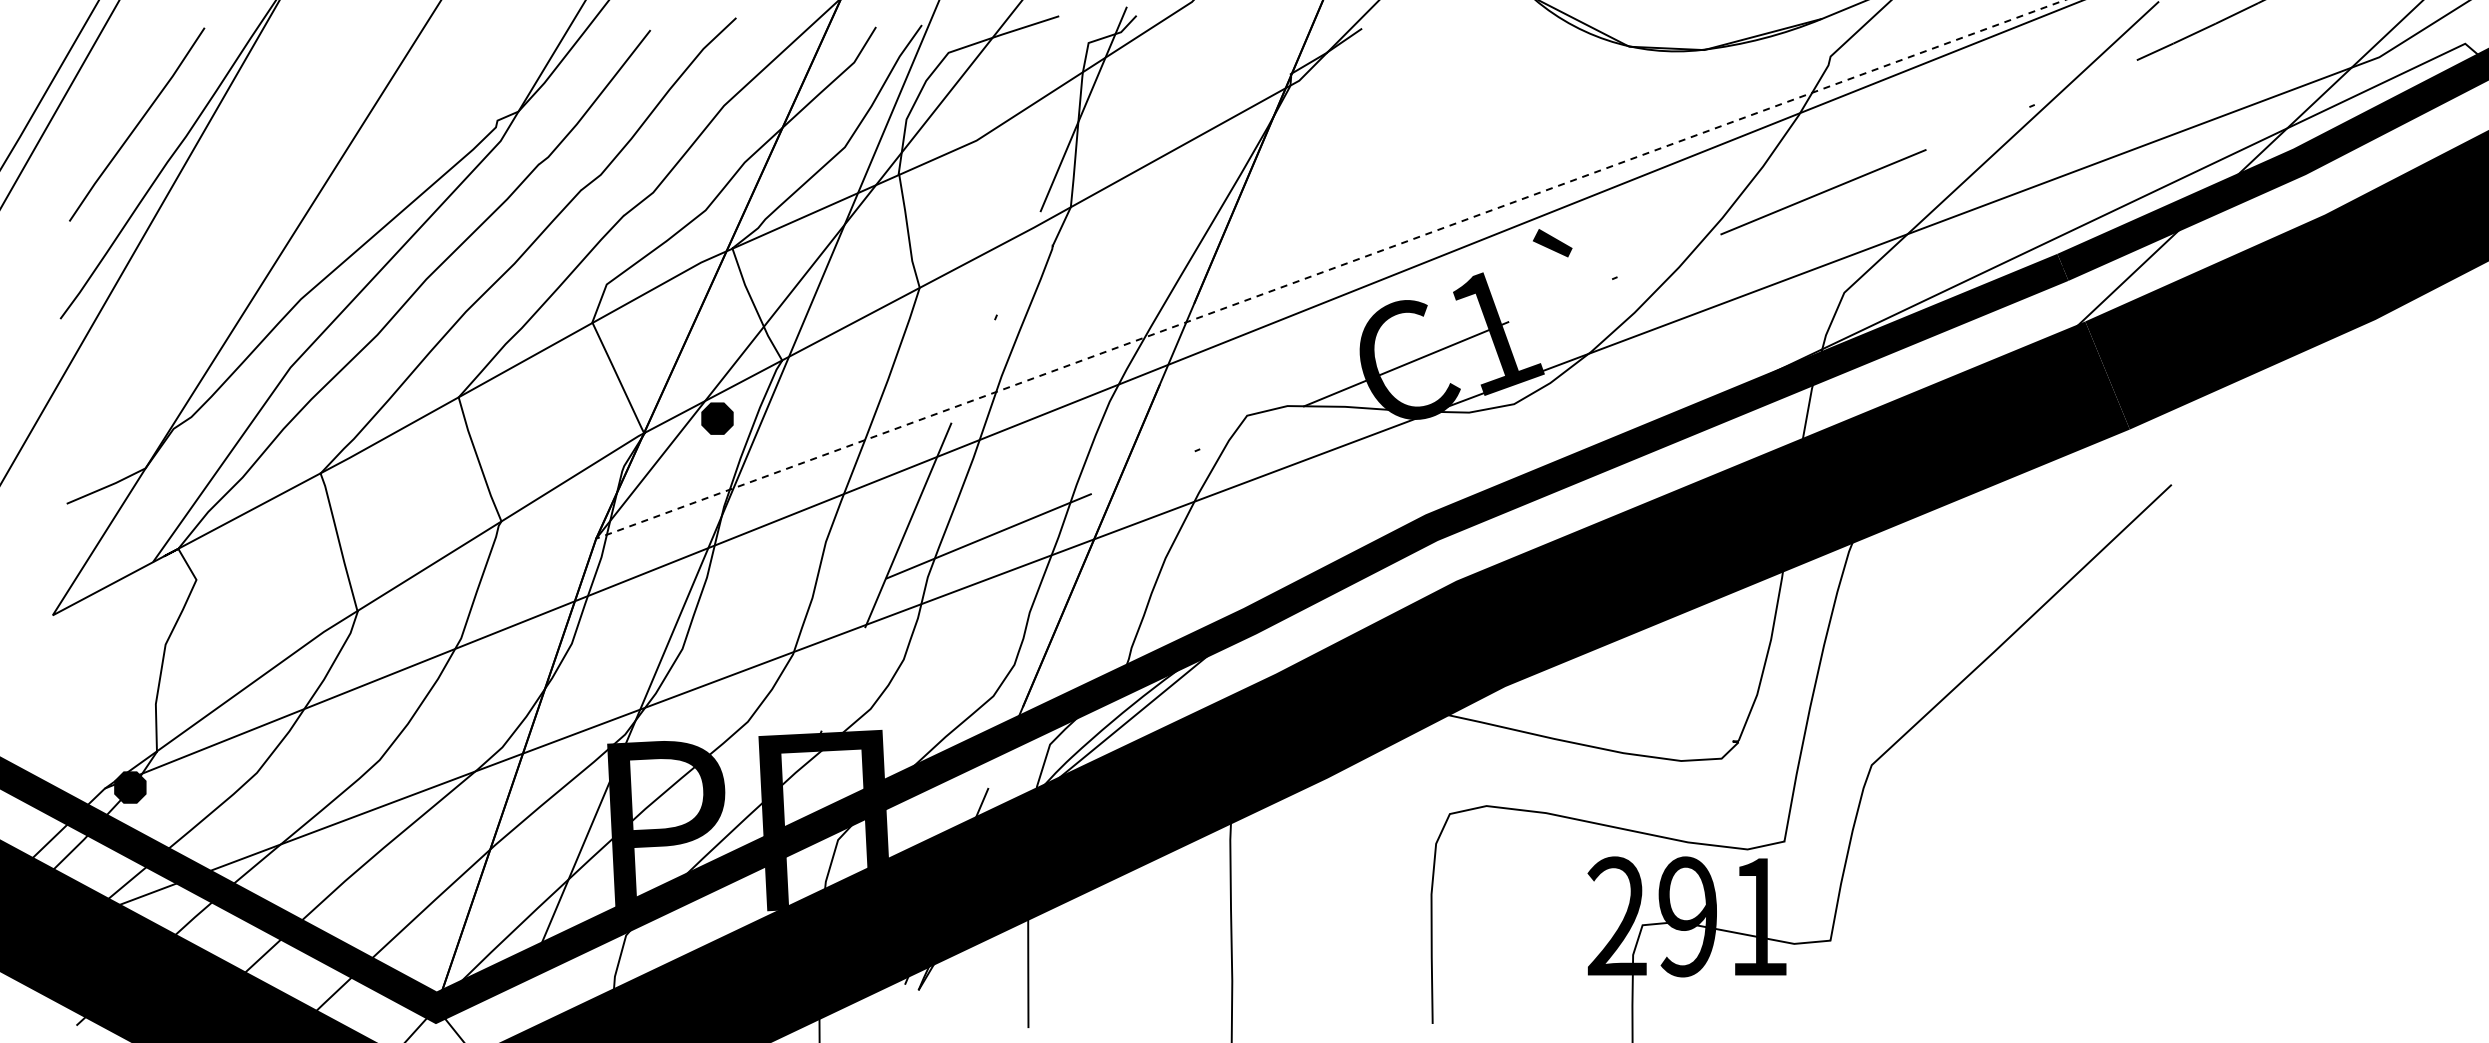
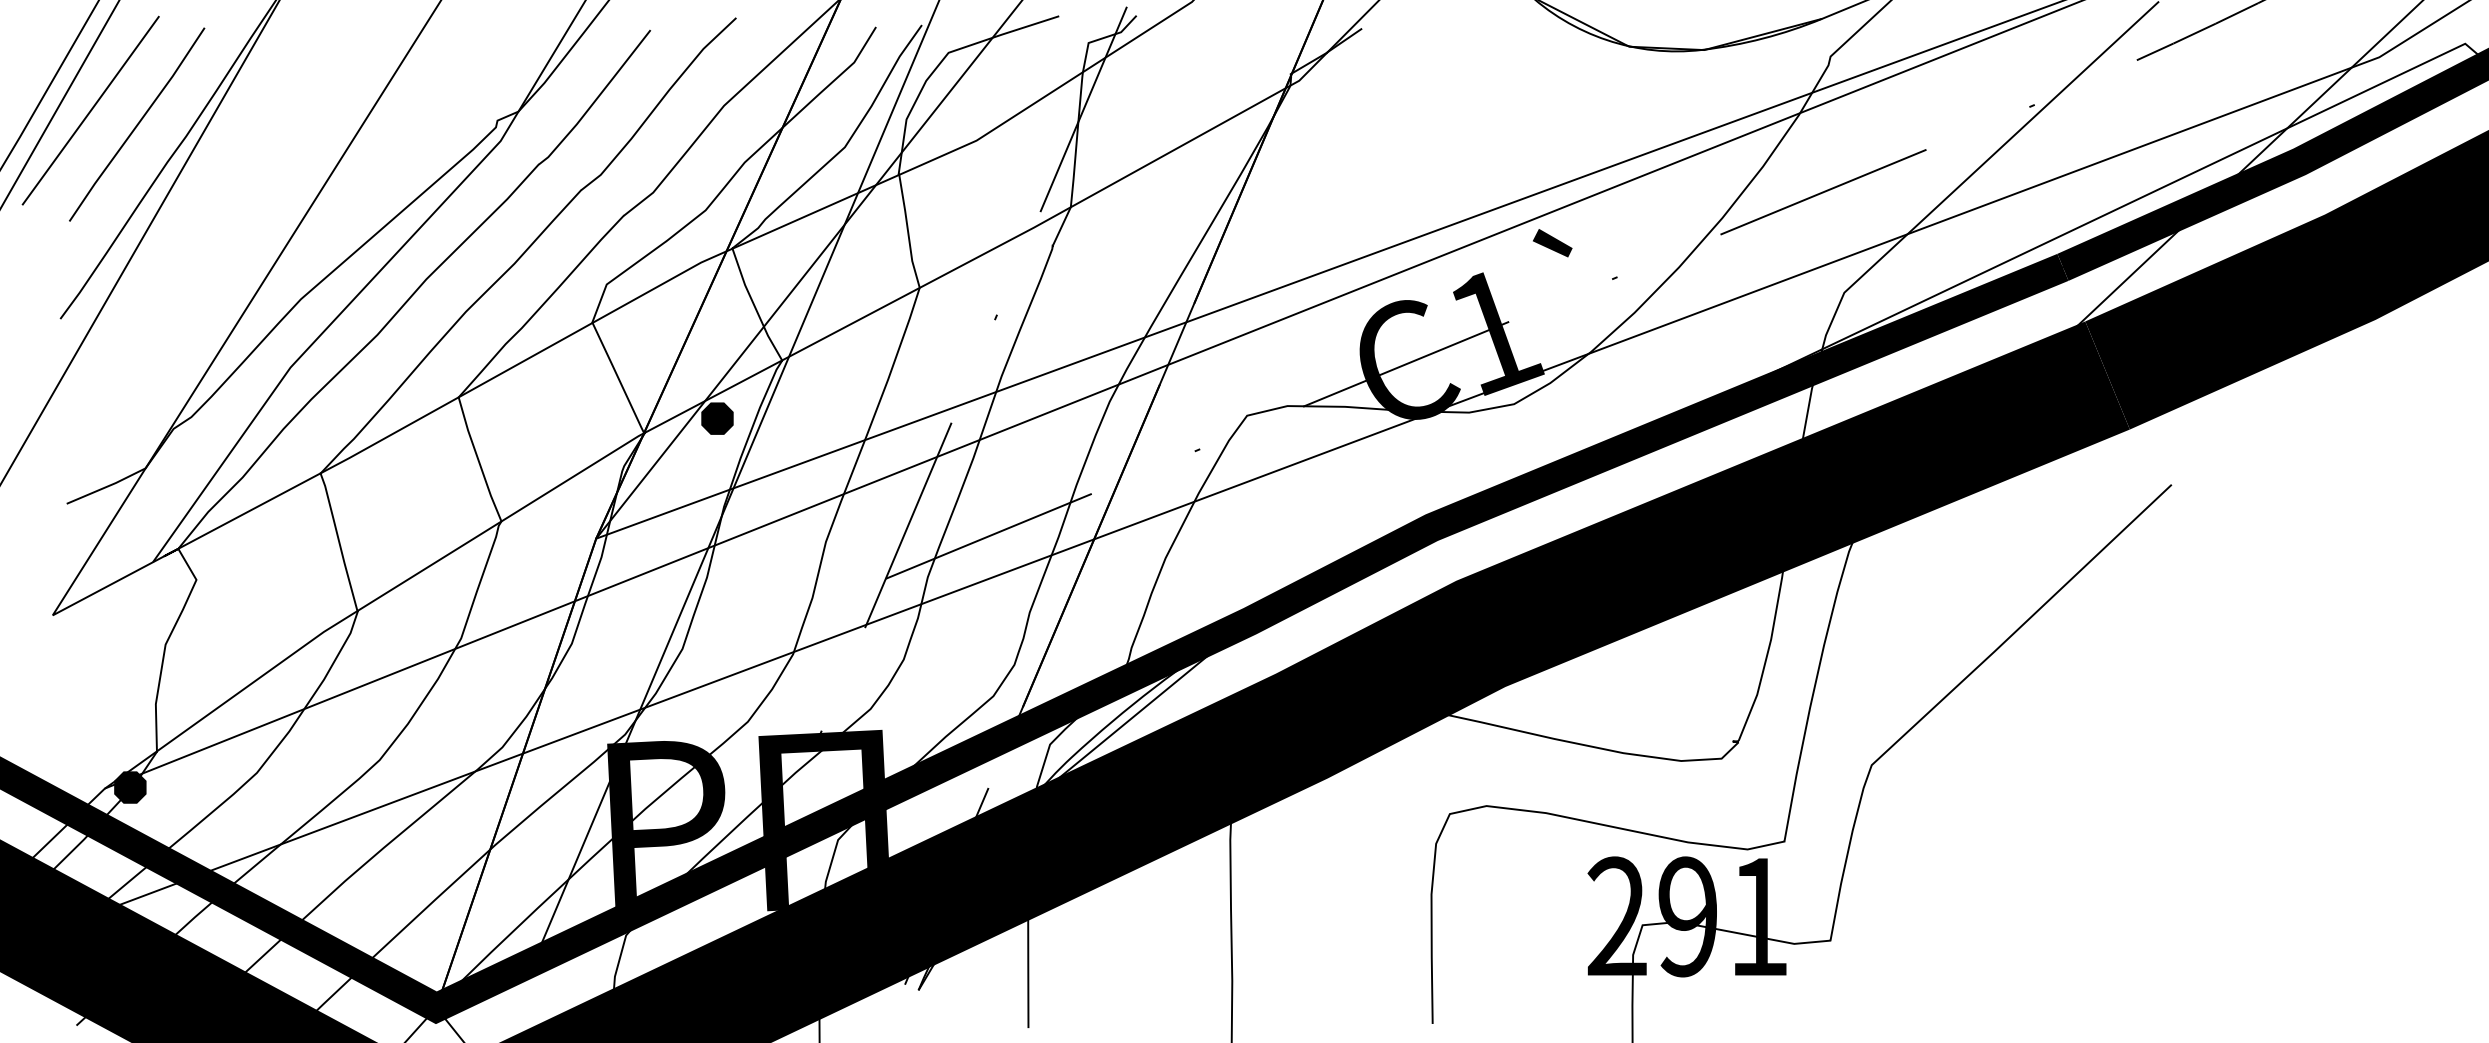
line at (90, 110): none -> present
line at (1330, 269): dashed -> solid
